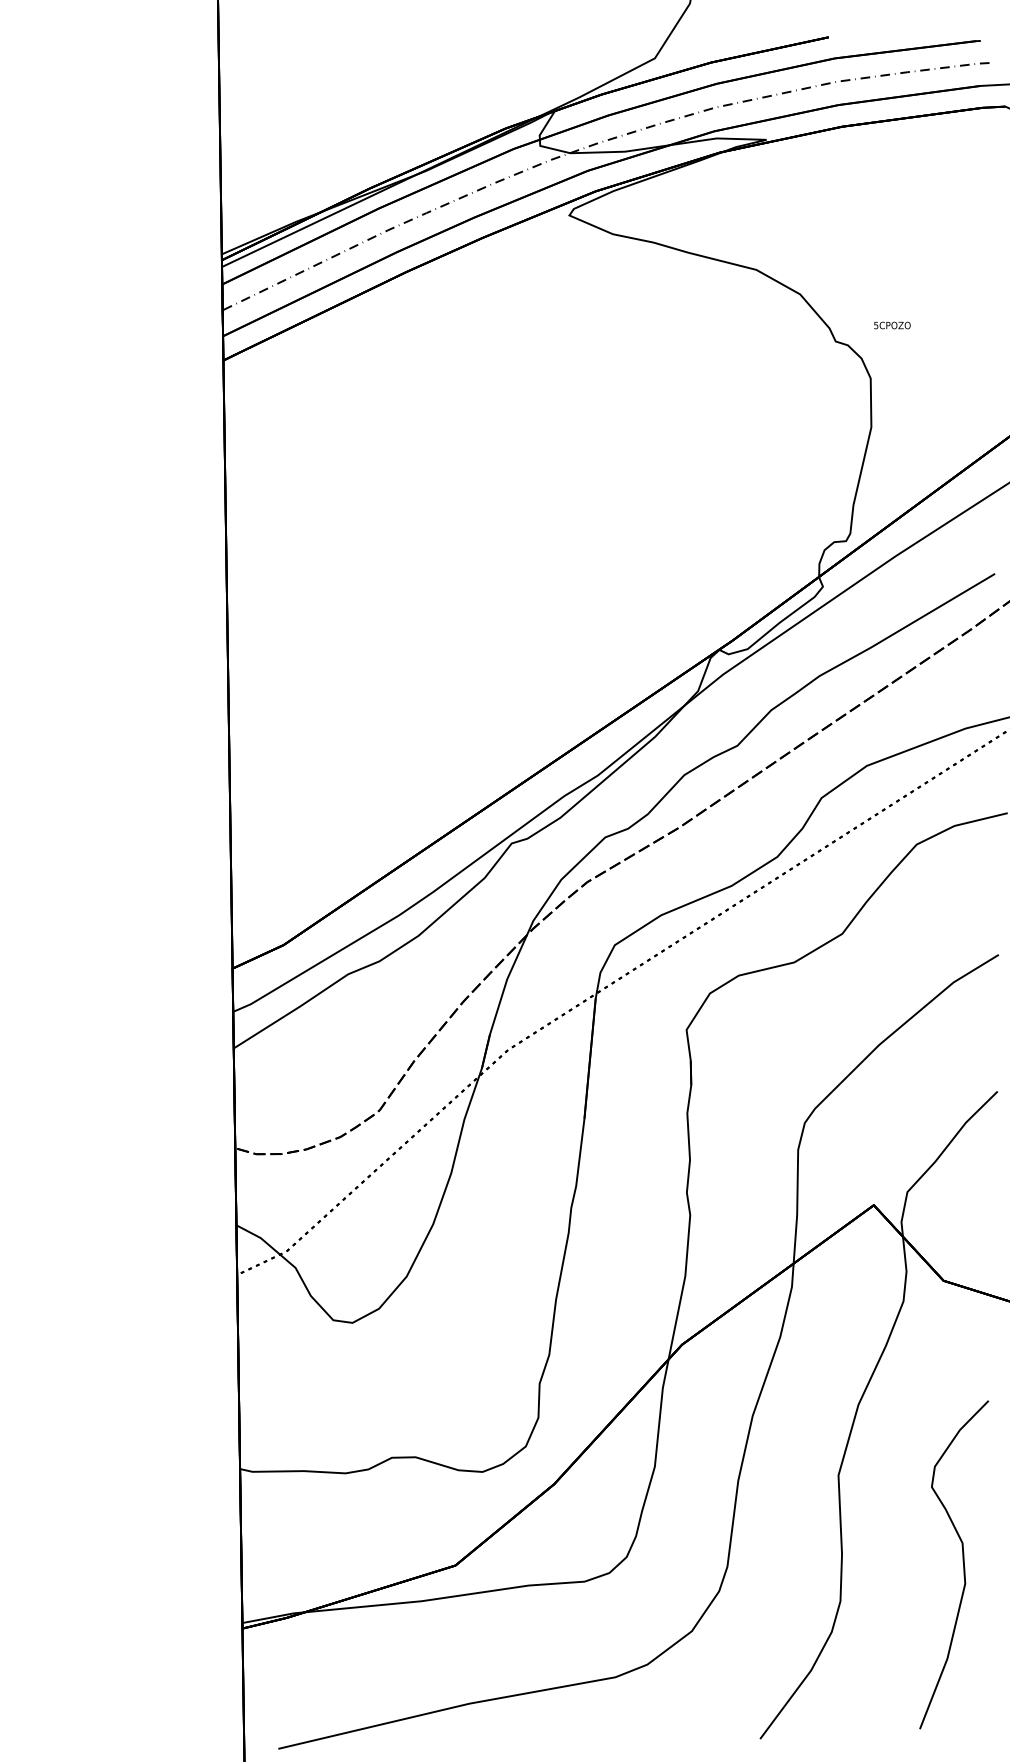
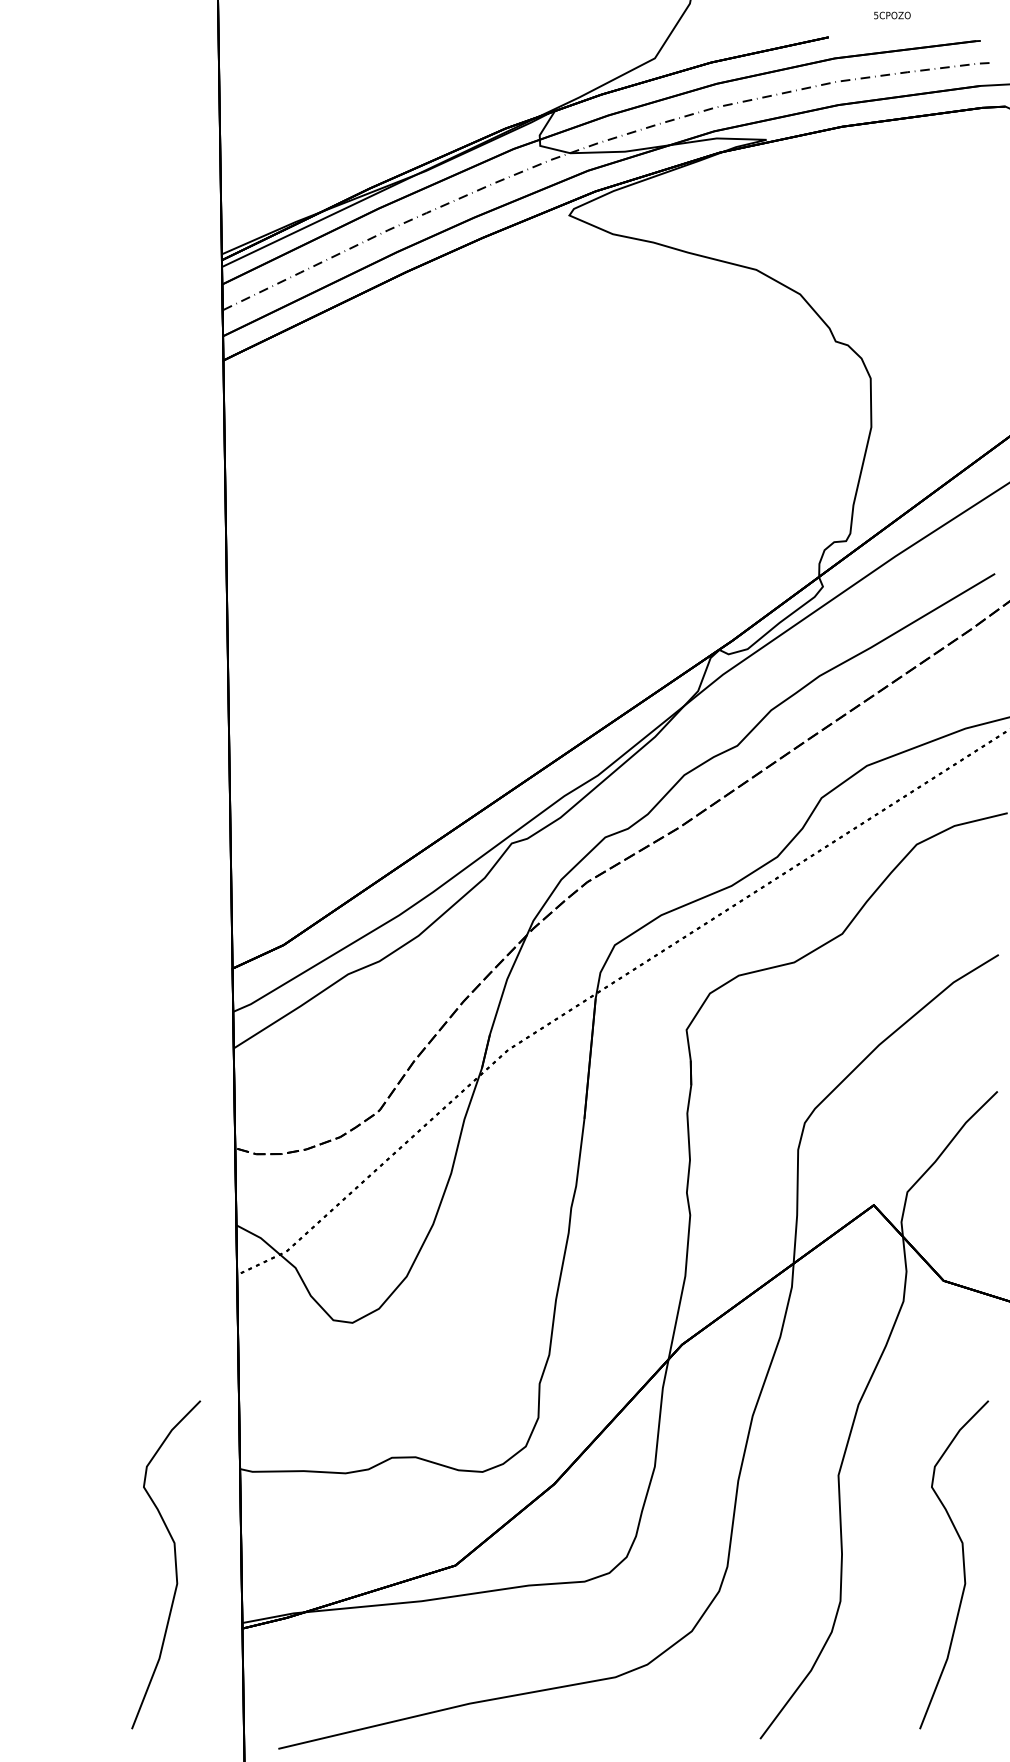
text at (892, 325) position: (892, 325) -> (892, 15)
curve at (174, 1561): none -> present
